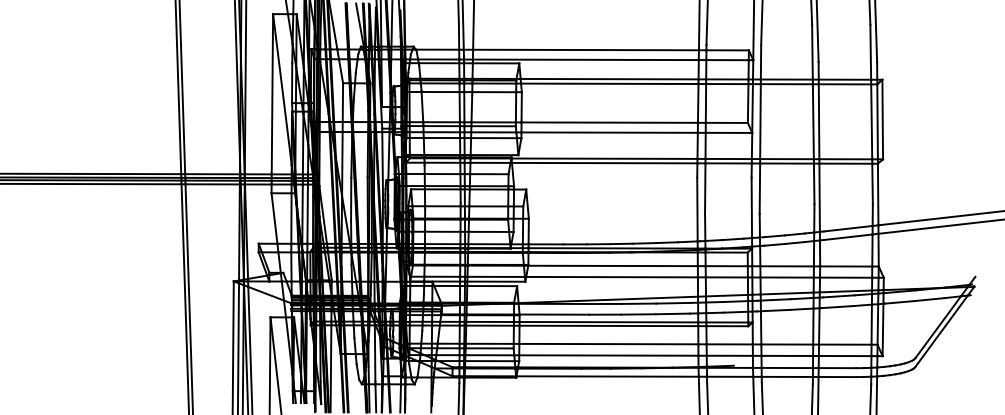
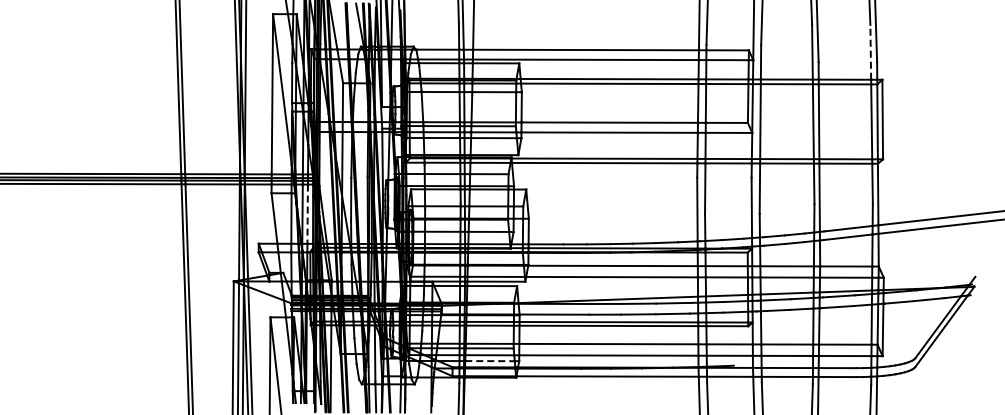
line at (870, 51): solid -> dashed
line at (307, 214): solid -> dashed
line at (490, 361): solid -> dashed
